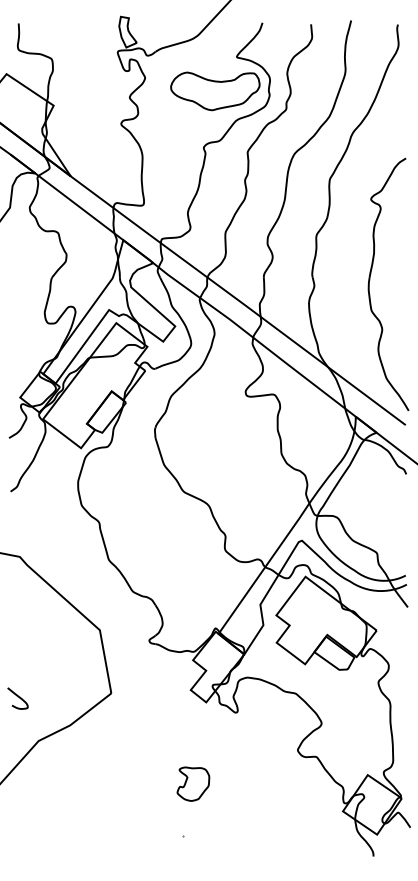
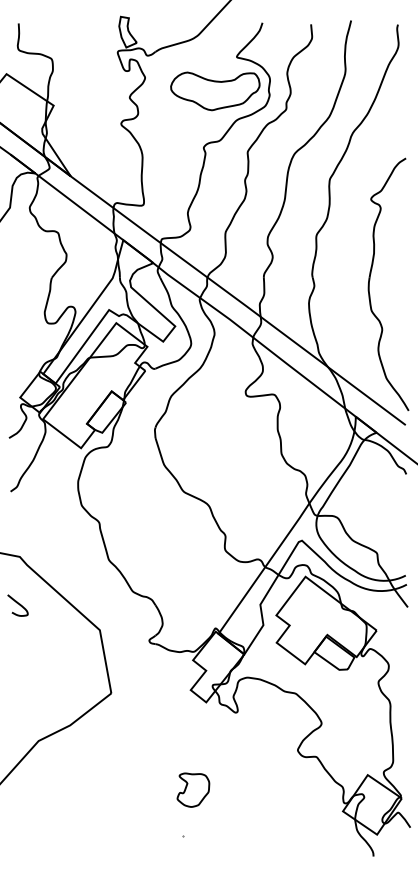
curve at (18, 697) position: (18, 697) -> (18, 604)
part at (193, 783) position: (193, 783) -> (193, 789)
